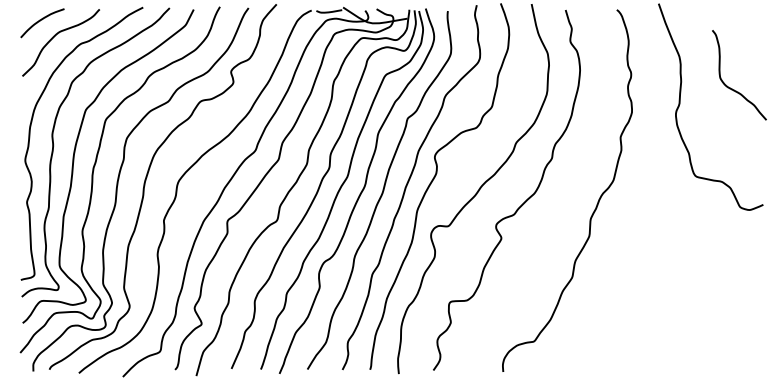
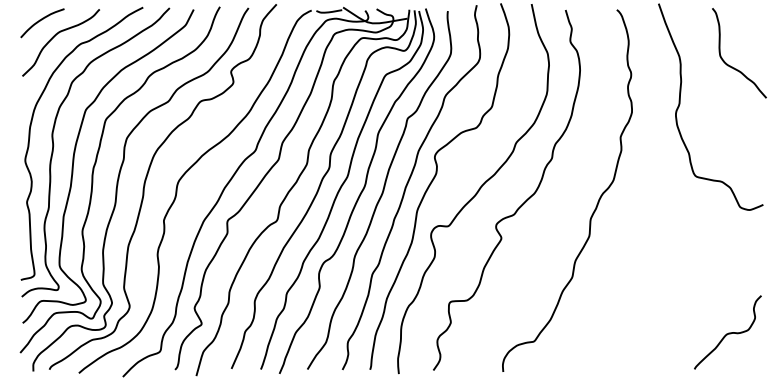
curve at (732, 88) position: (732, 88) -> (732, 66)
curve at (728, 332): none -> present
